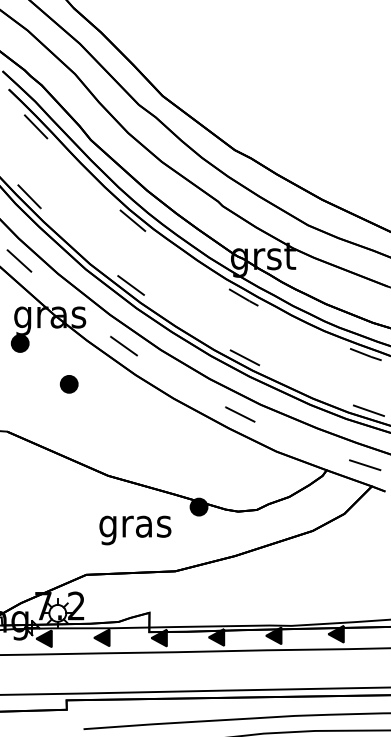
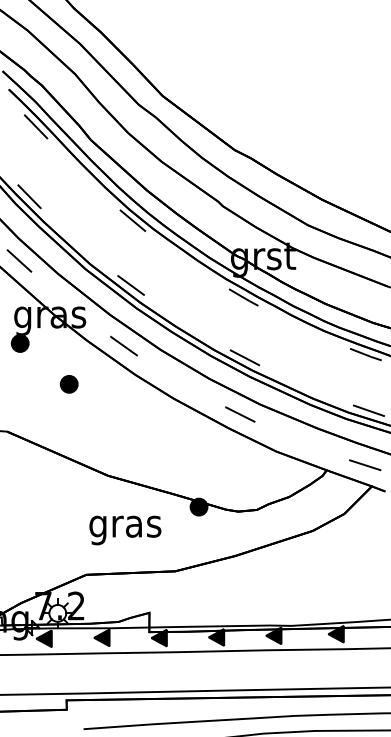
text at (135, 530) position: (135, 530) -> (125, 530)
